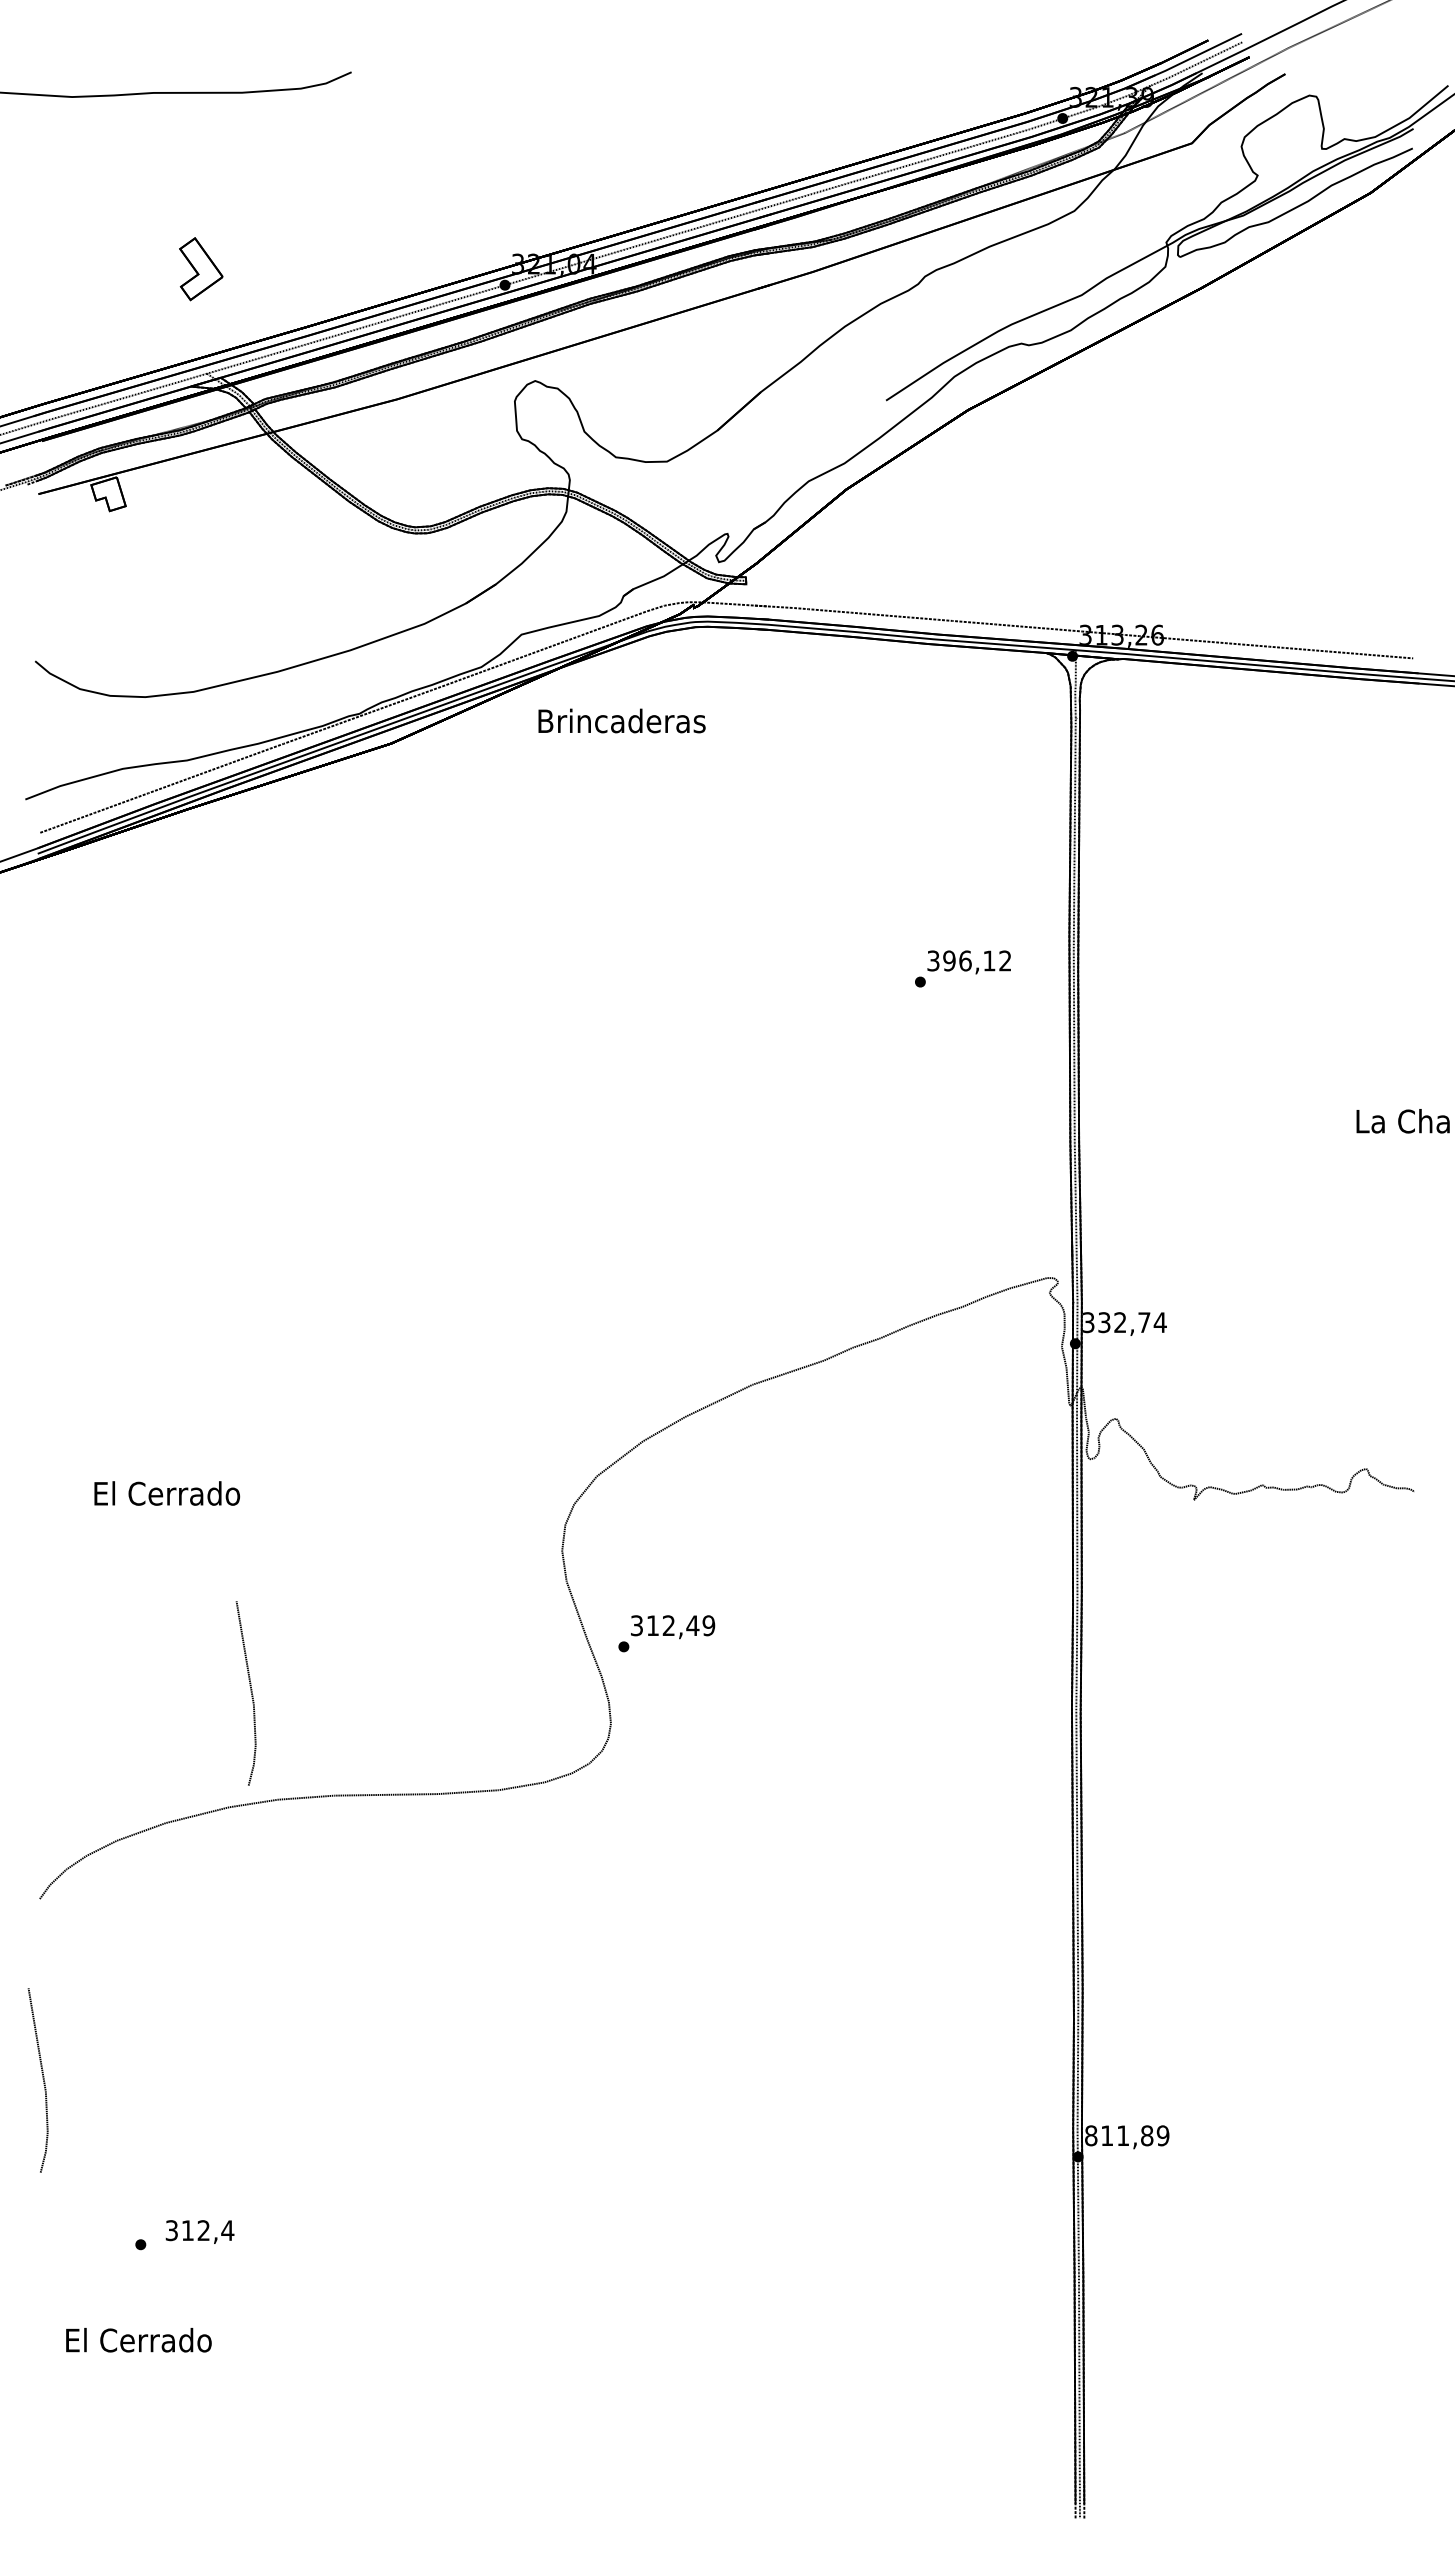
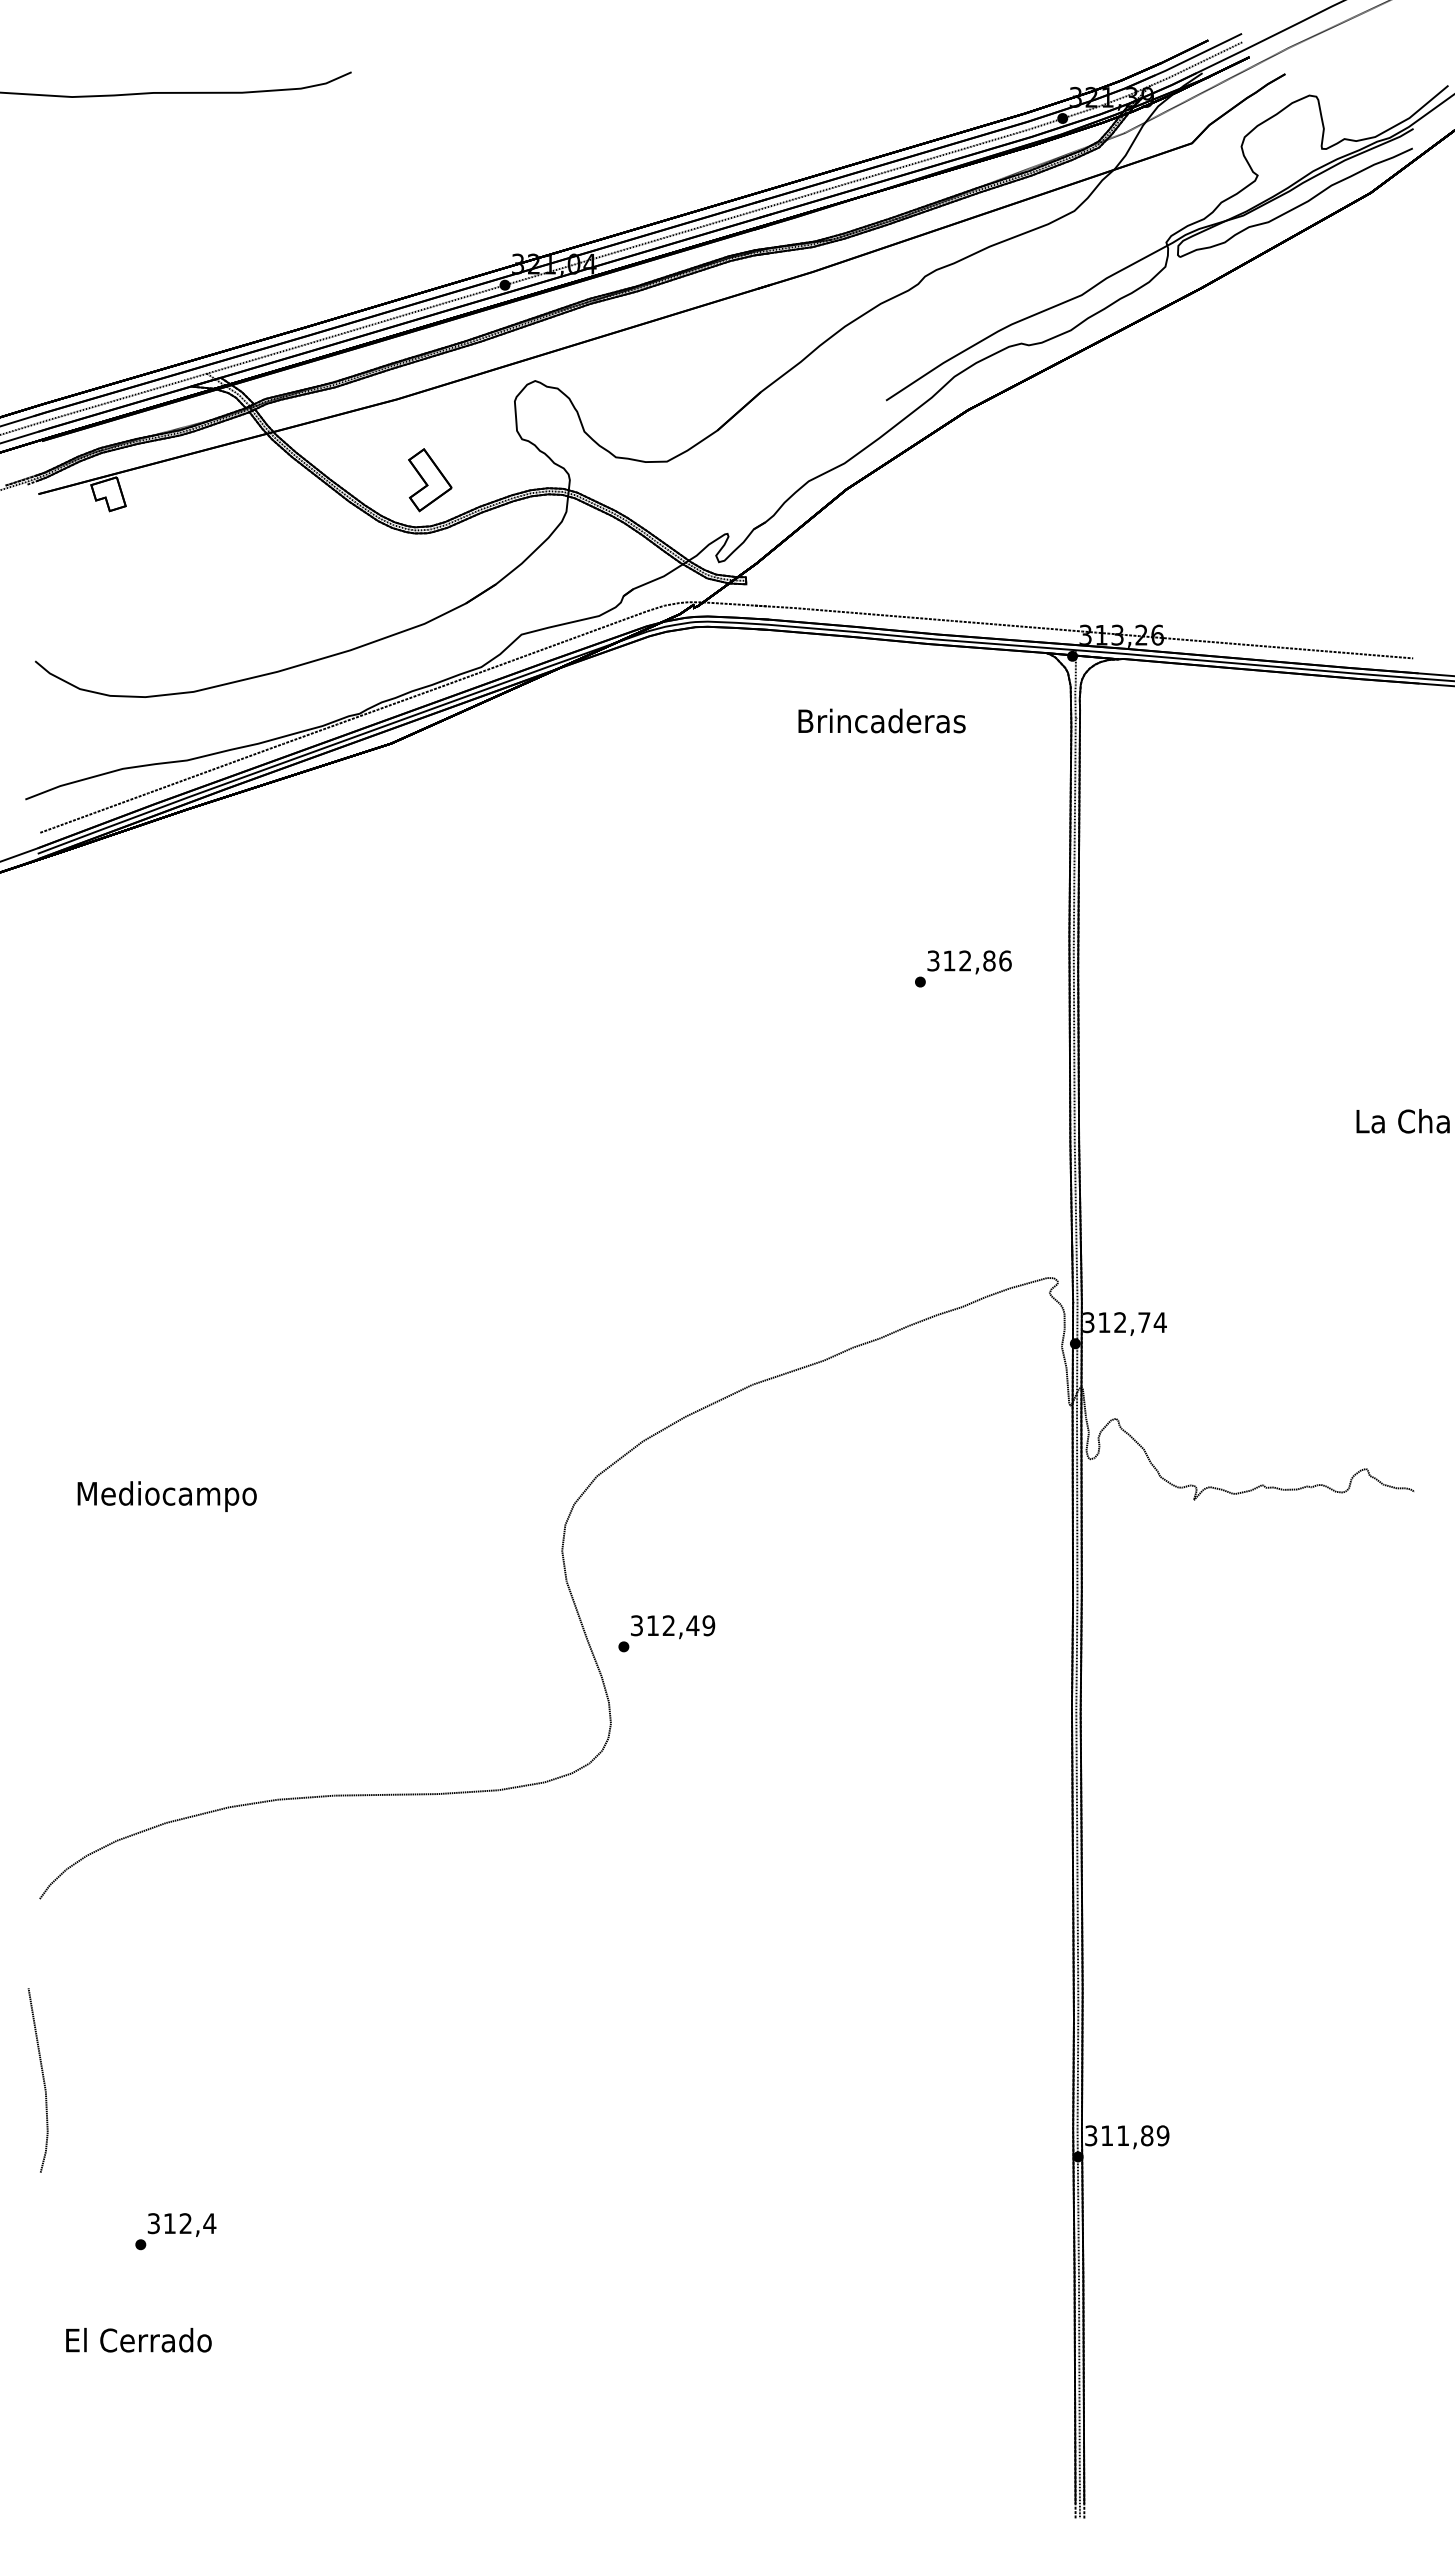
part at (201, 269) position: (201, 269) -> (430, 480)
text at (621, 720) position: (621, 720) -> (881, 720)
text at (977, 960): 396,12 -> 312,86
text at (1104, 1322): 332,74 -> 312,74
text at (166, 1496): El Cerrado -> Mediocampo
line at (250, 1692): present -> none
text at (1091, 2135): 811,89 -> 311,89
text at (199, 2231) position: (199, 2231) -> (181, 2224)
